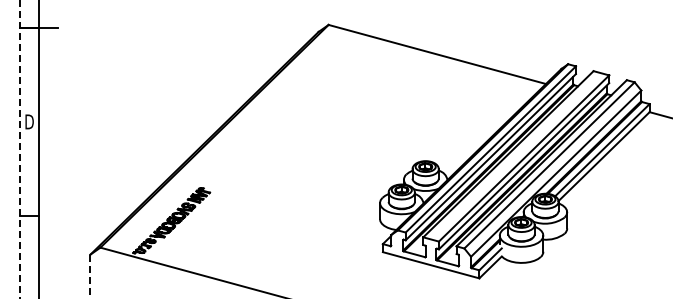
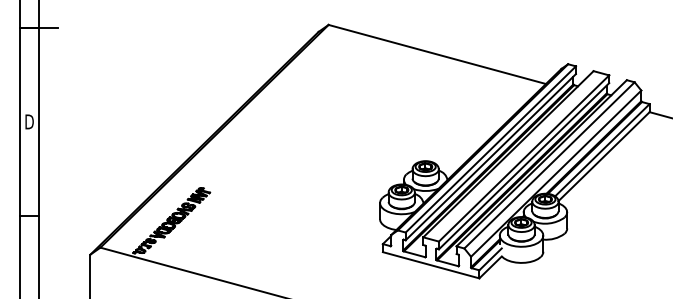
line at (20, 149): dashed -> solid
line at (90, 276): dashed -> solid
